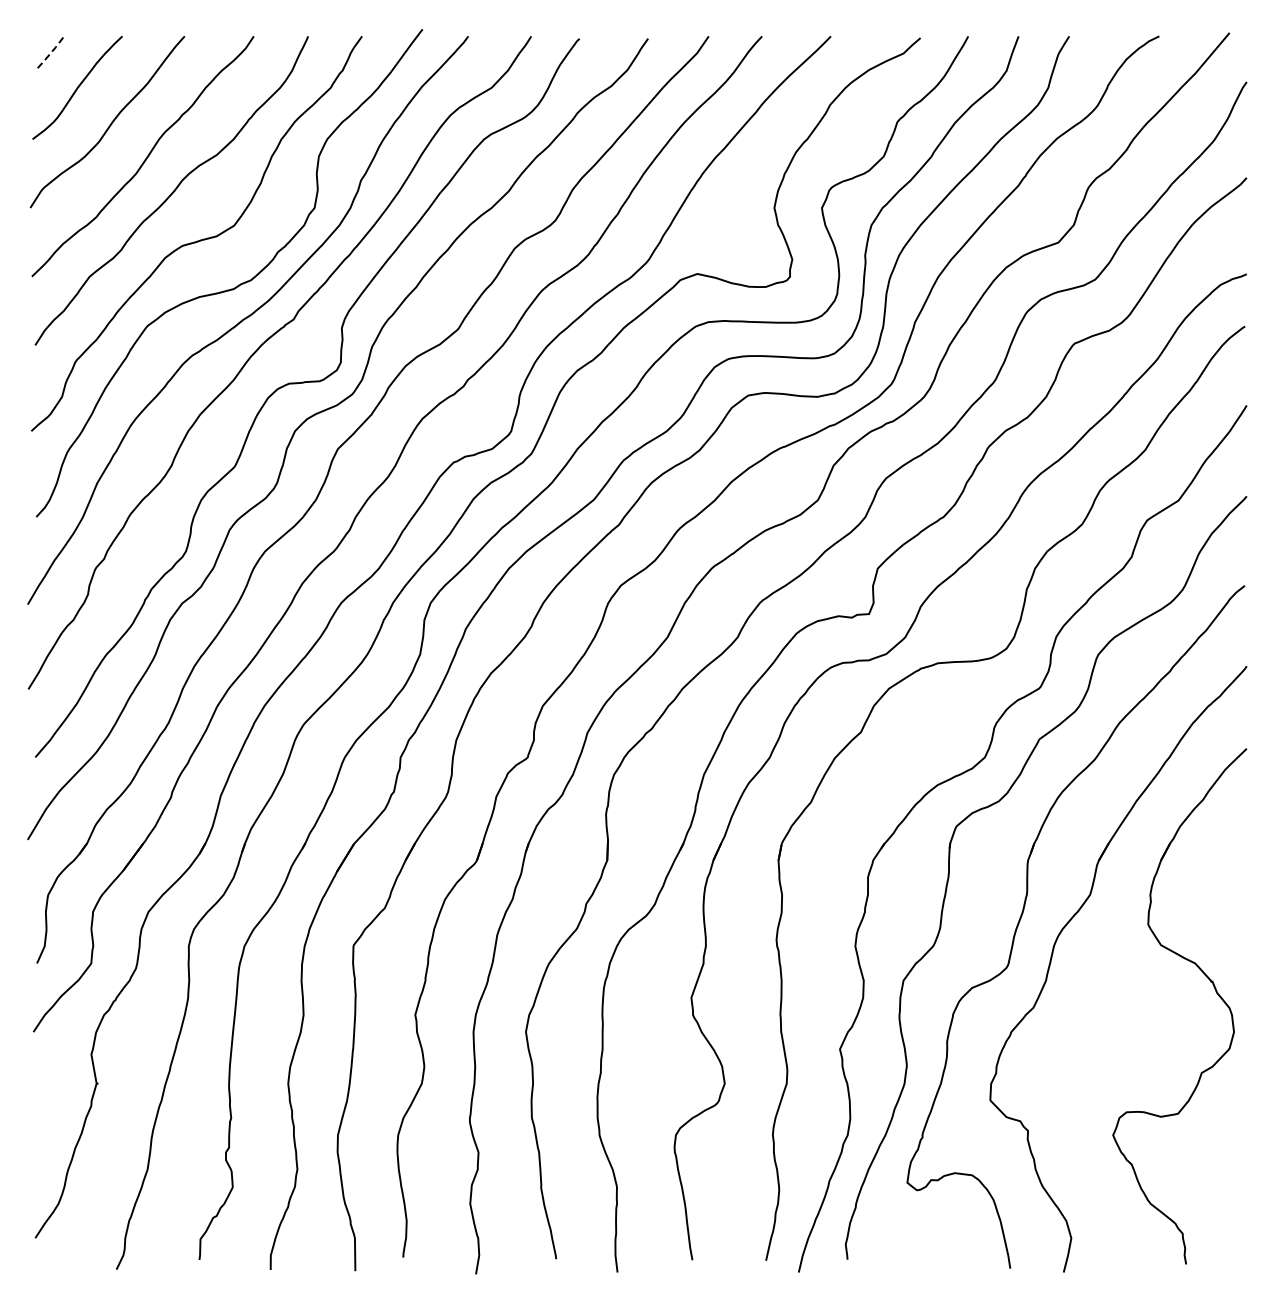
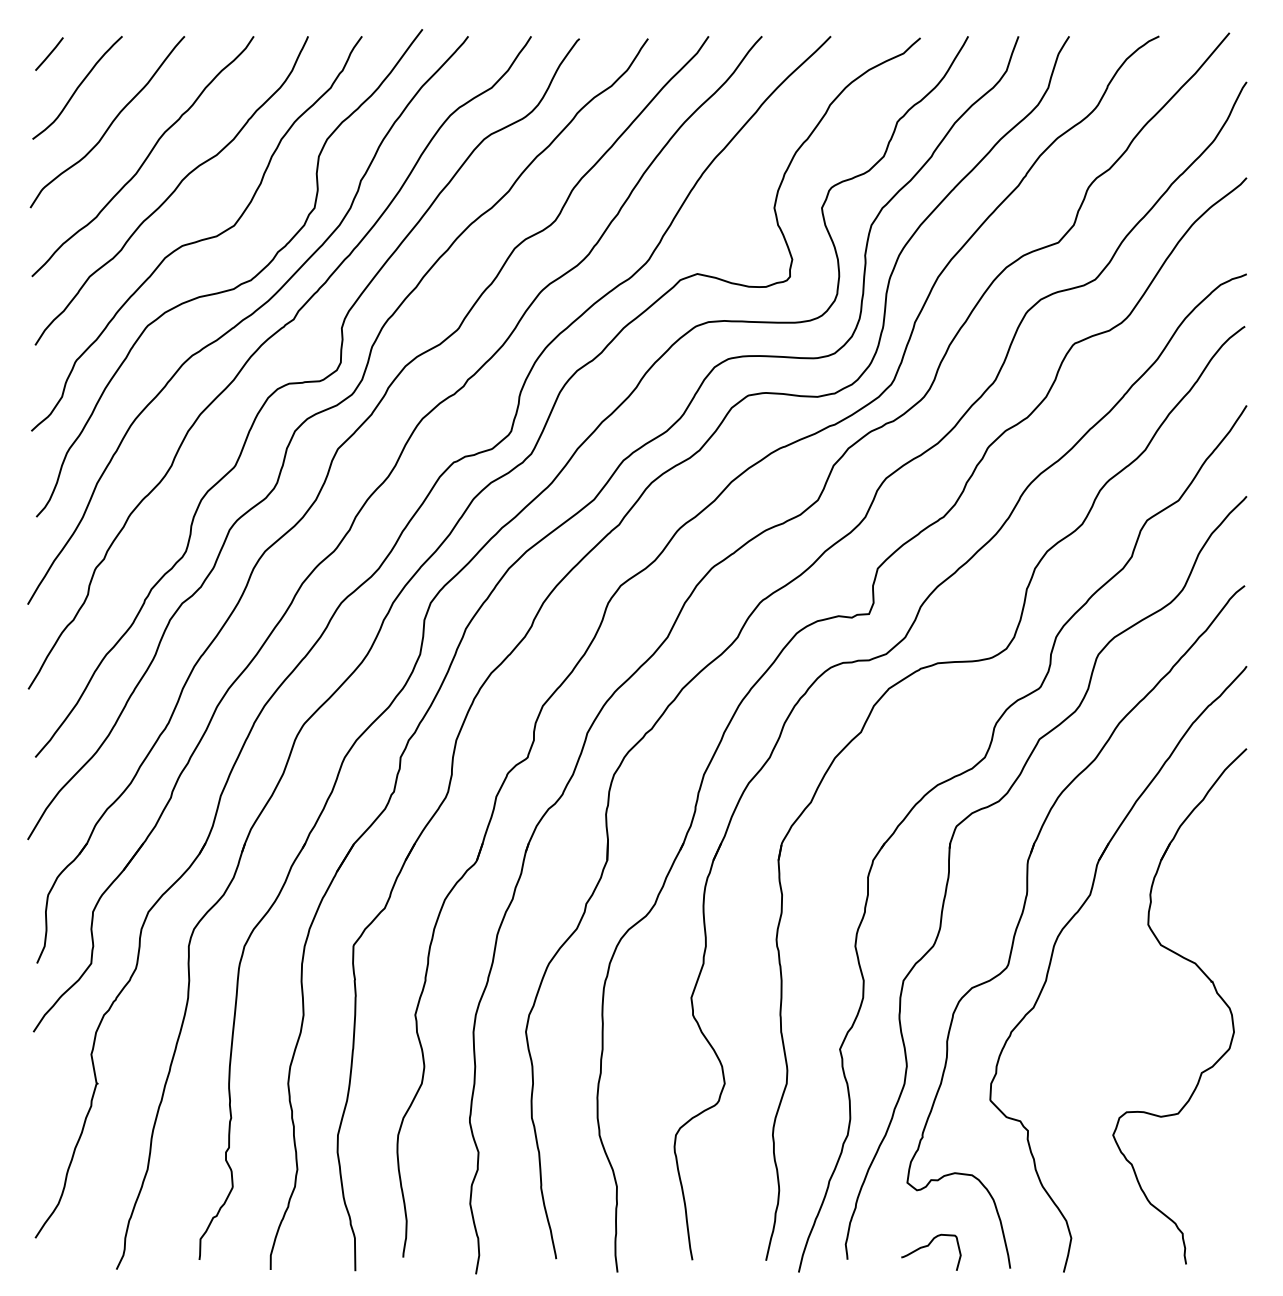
line at (49, 54): dashed -> solid
curve at (928, 1246): none -> present
